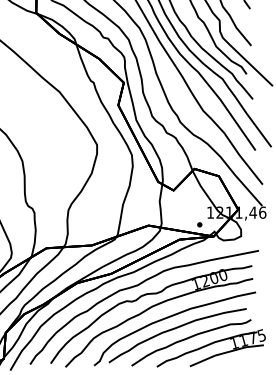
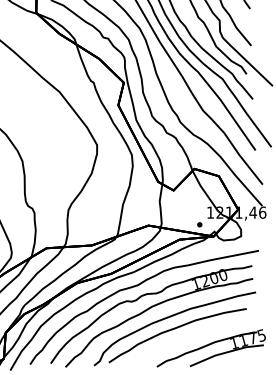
curve at (190, 338): present -> none
